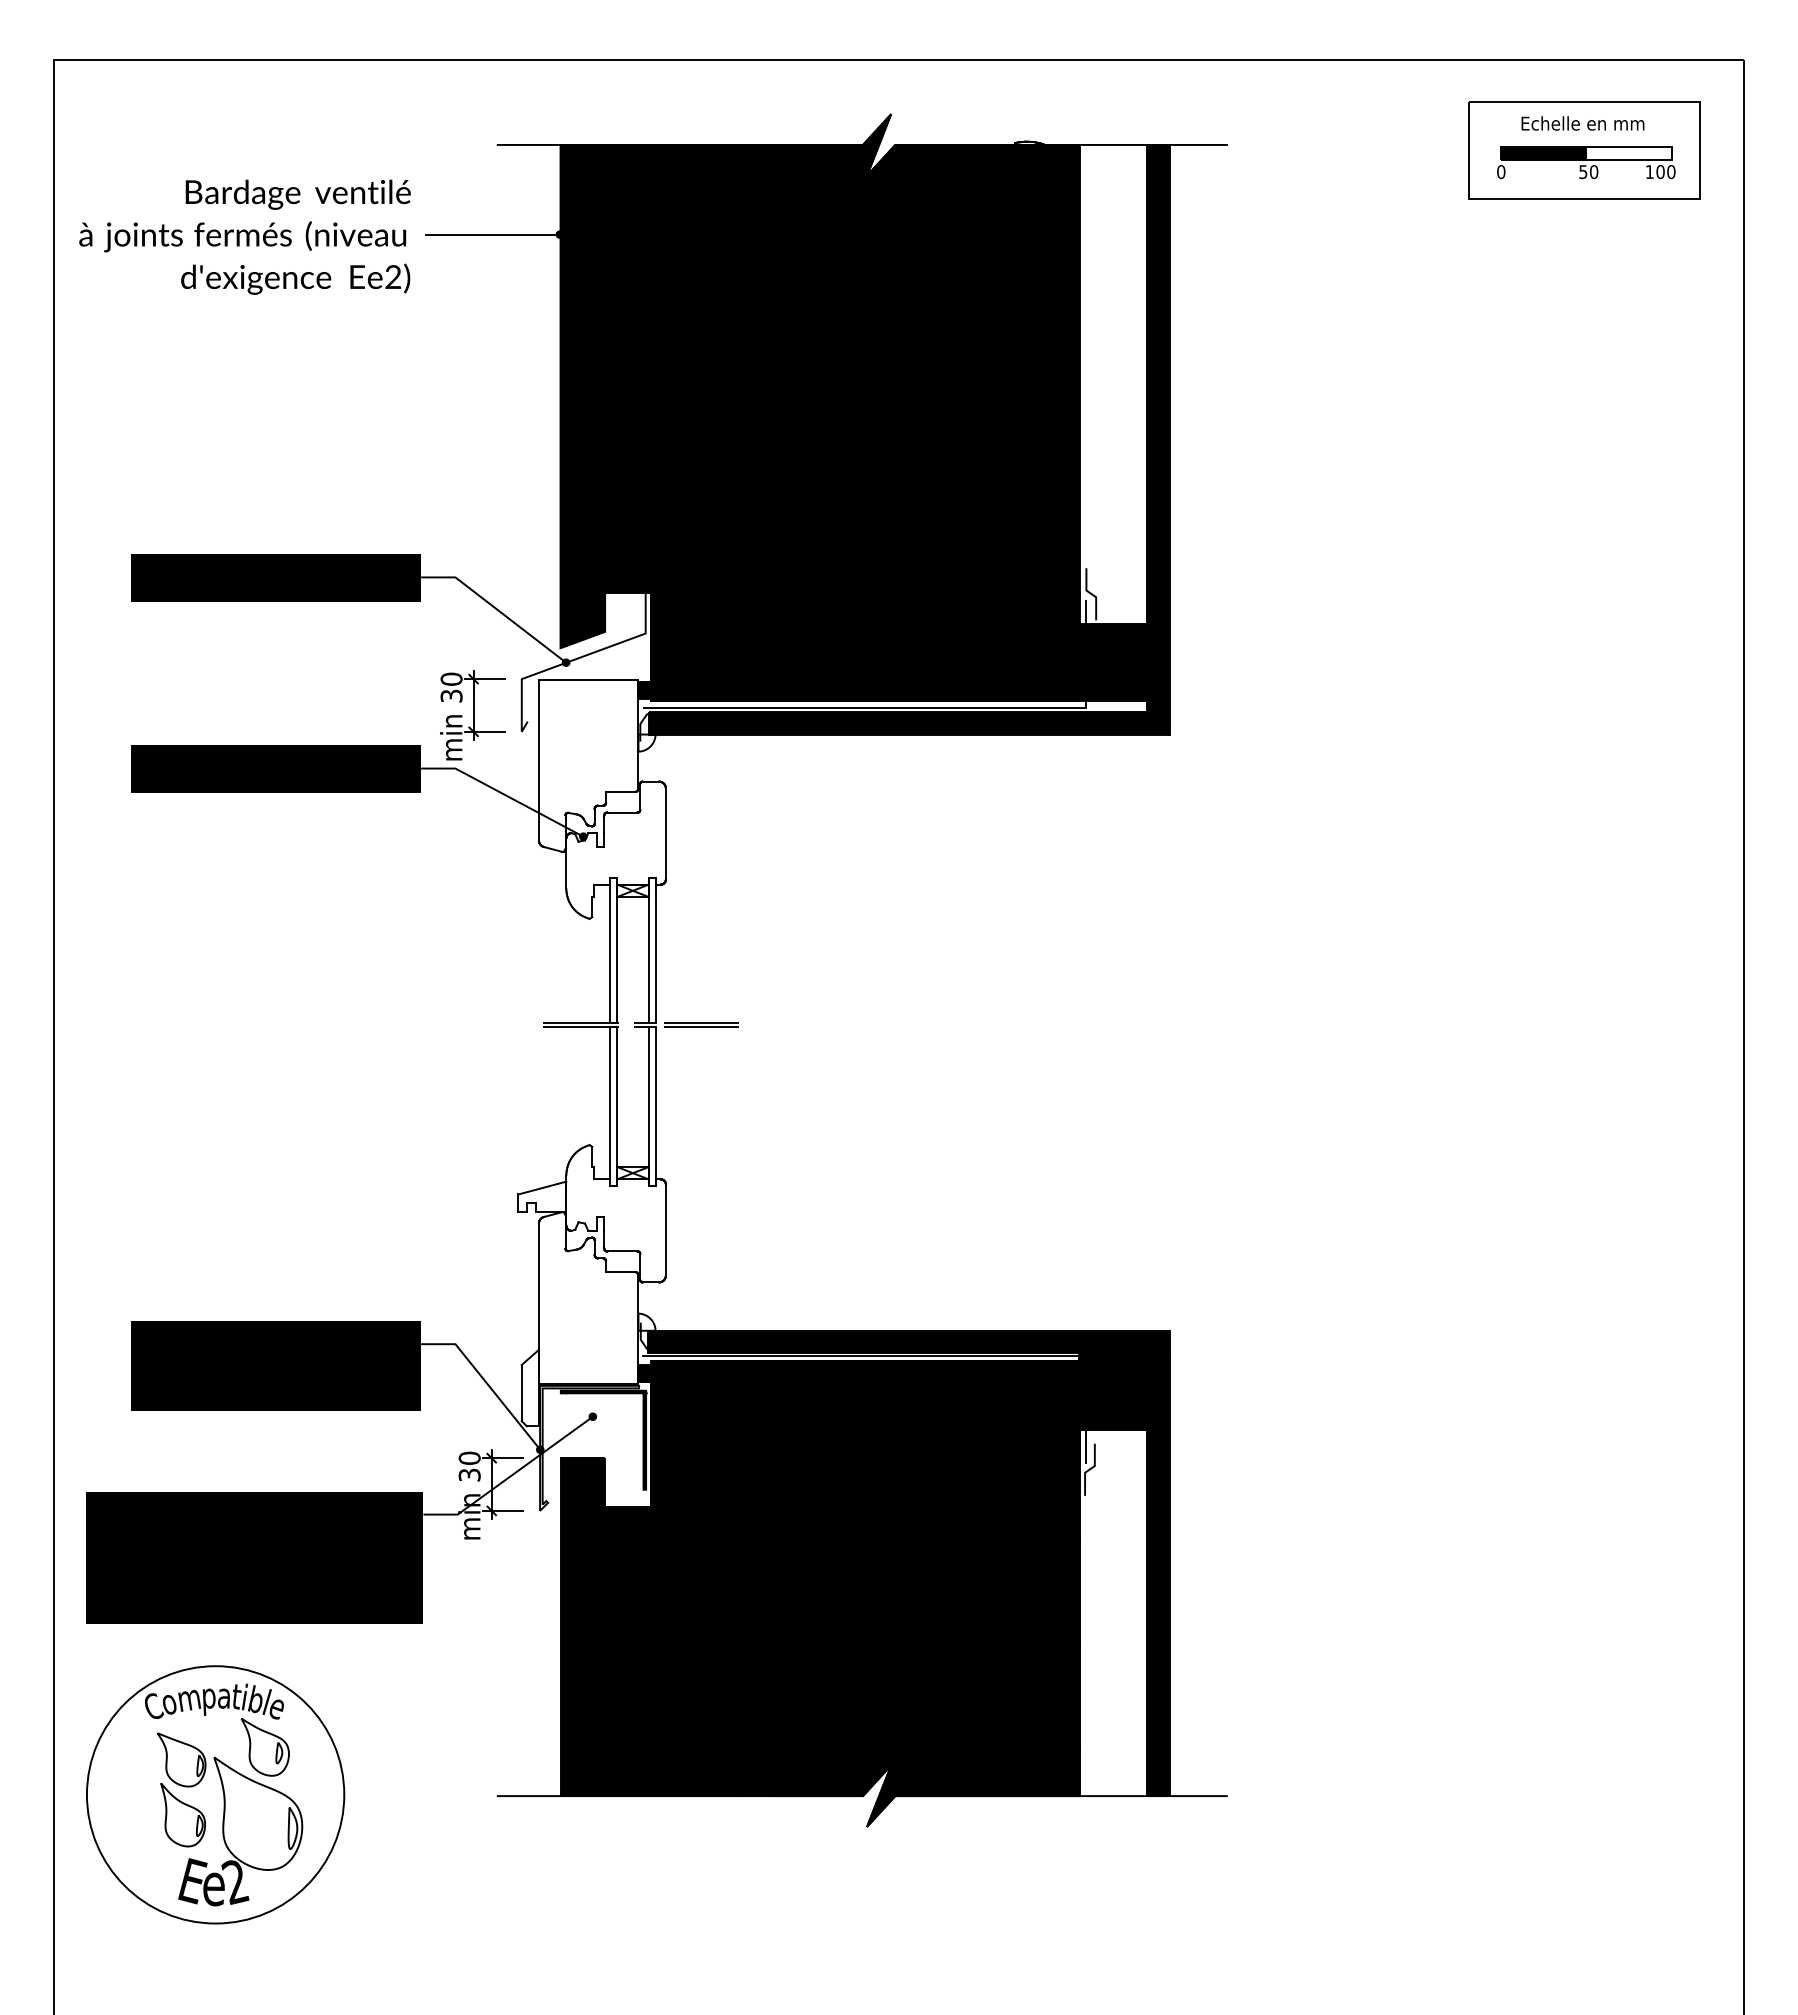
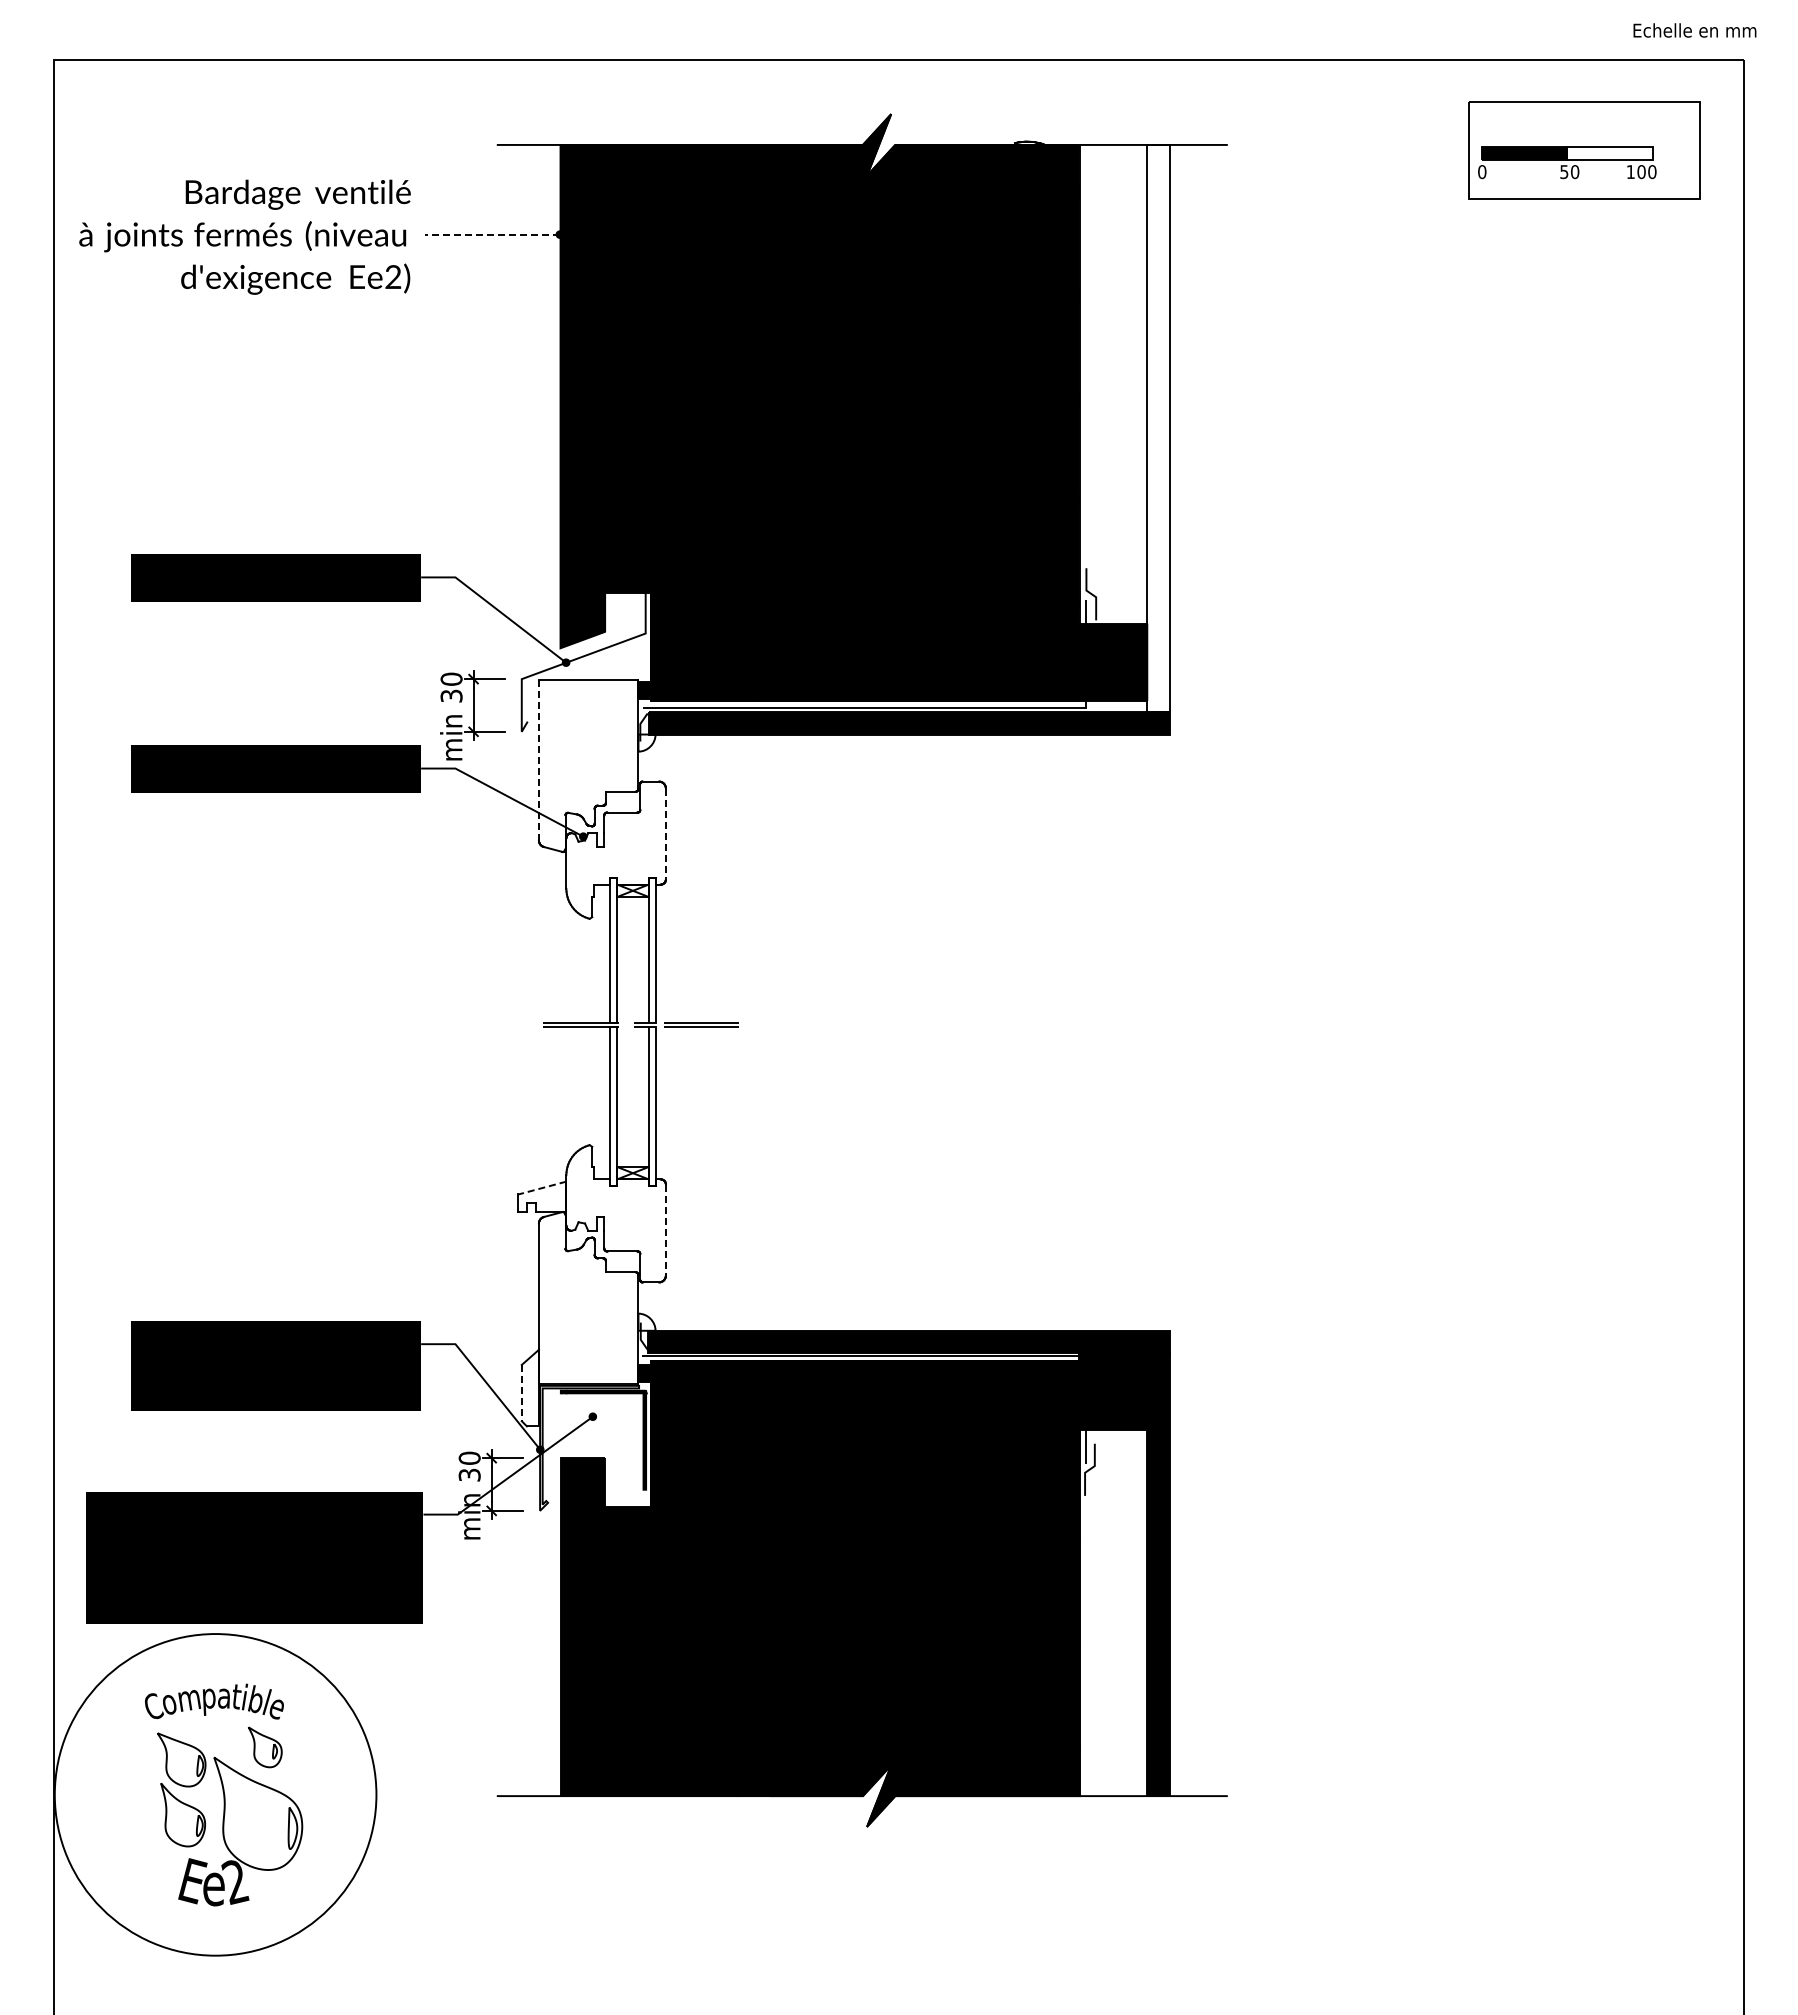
text at (1582, 123) position: (1582, 123) -> (1694, 30)
part at (1586, 162) position: (1586, 162) -> (1567, 162)
line at (491, 234): solid -> dashed
fill at (1158, 428): present -> none
line at (538, 760): solid -> dashed
line at (665, 834): solid -> dashed
line at (542, 1188): solid -> dashed
line at (665, 1230): solid -> dashed
line at (521, 1393): solid -> dashed
part at (264, 1747) size: 50x59 px -> 35x43 px
circle at (215, 1794) diameter: 257 px -> 322 px
